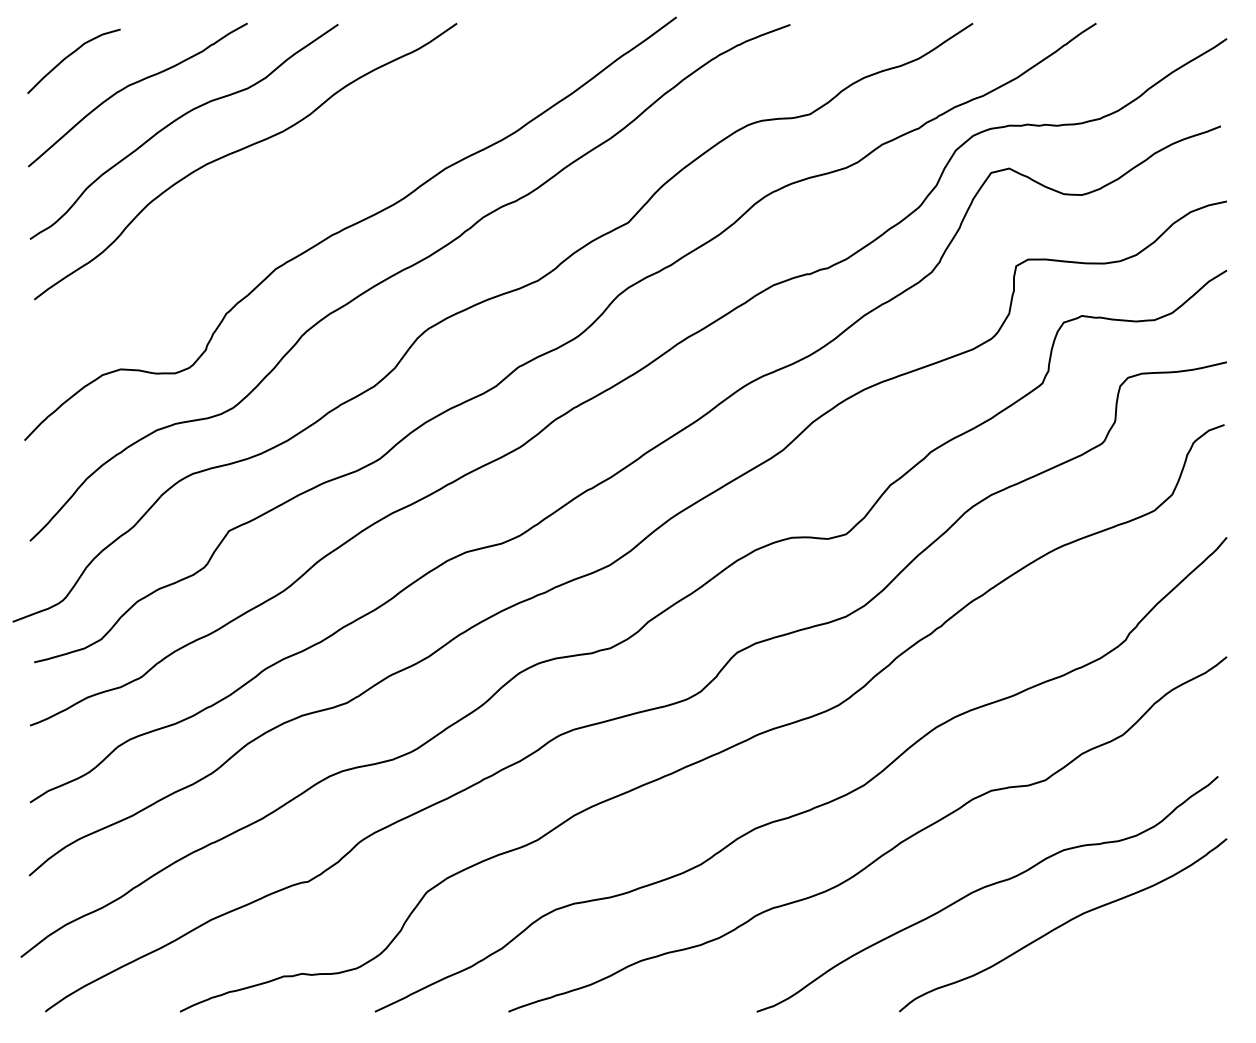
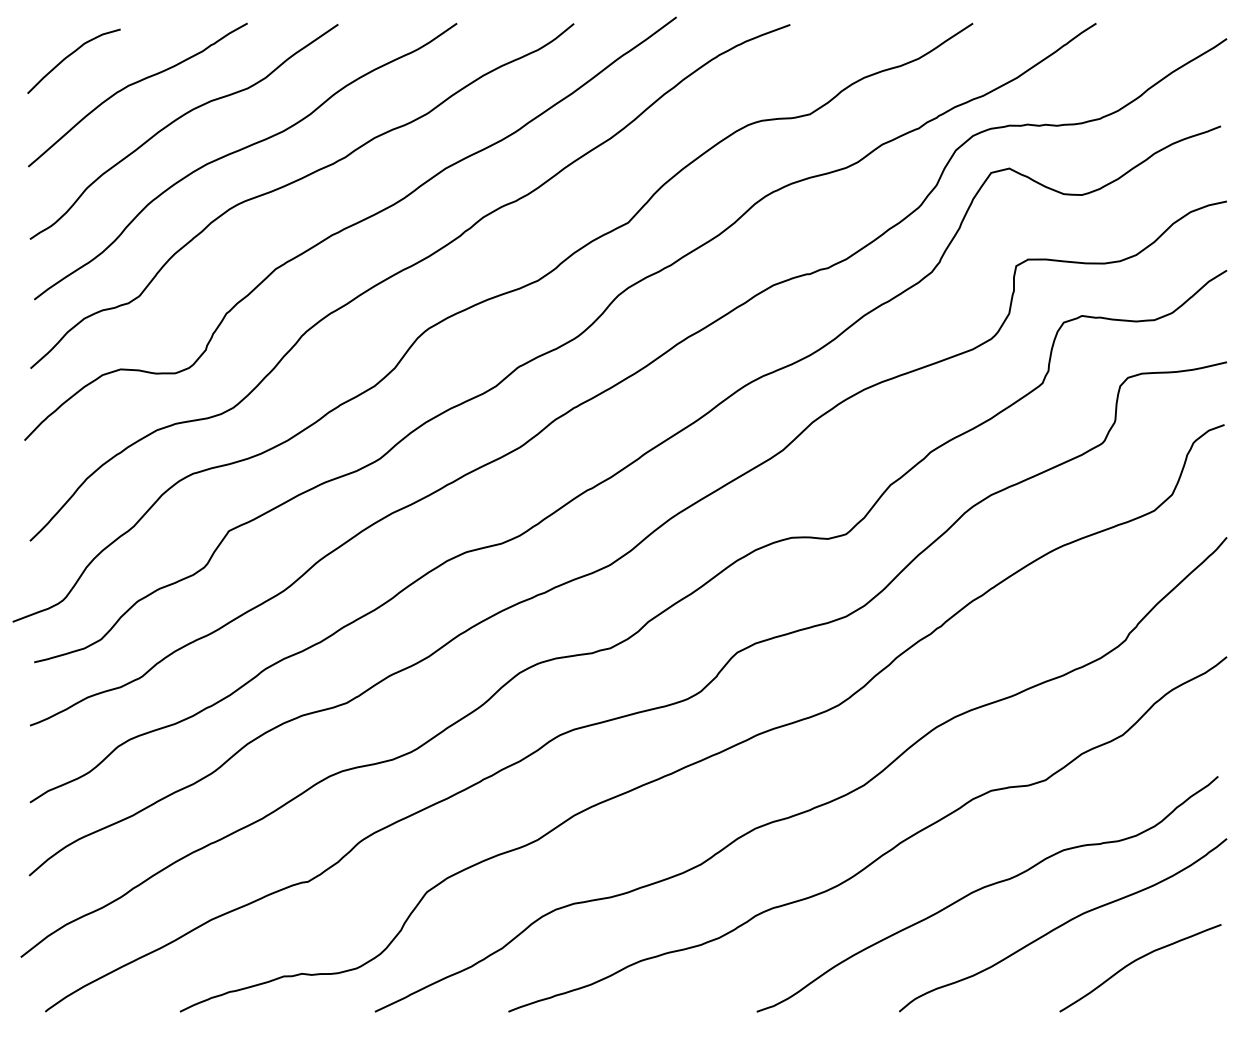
curve at (295, 182): none -> present
curve at (1134, 962): none -> present
